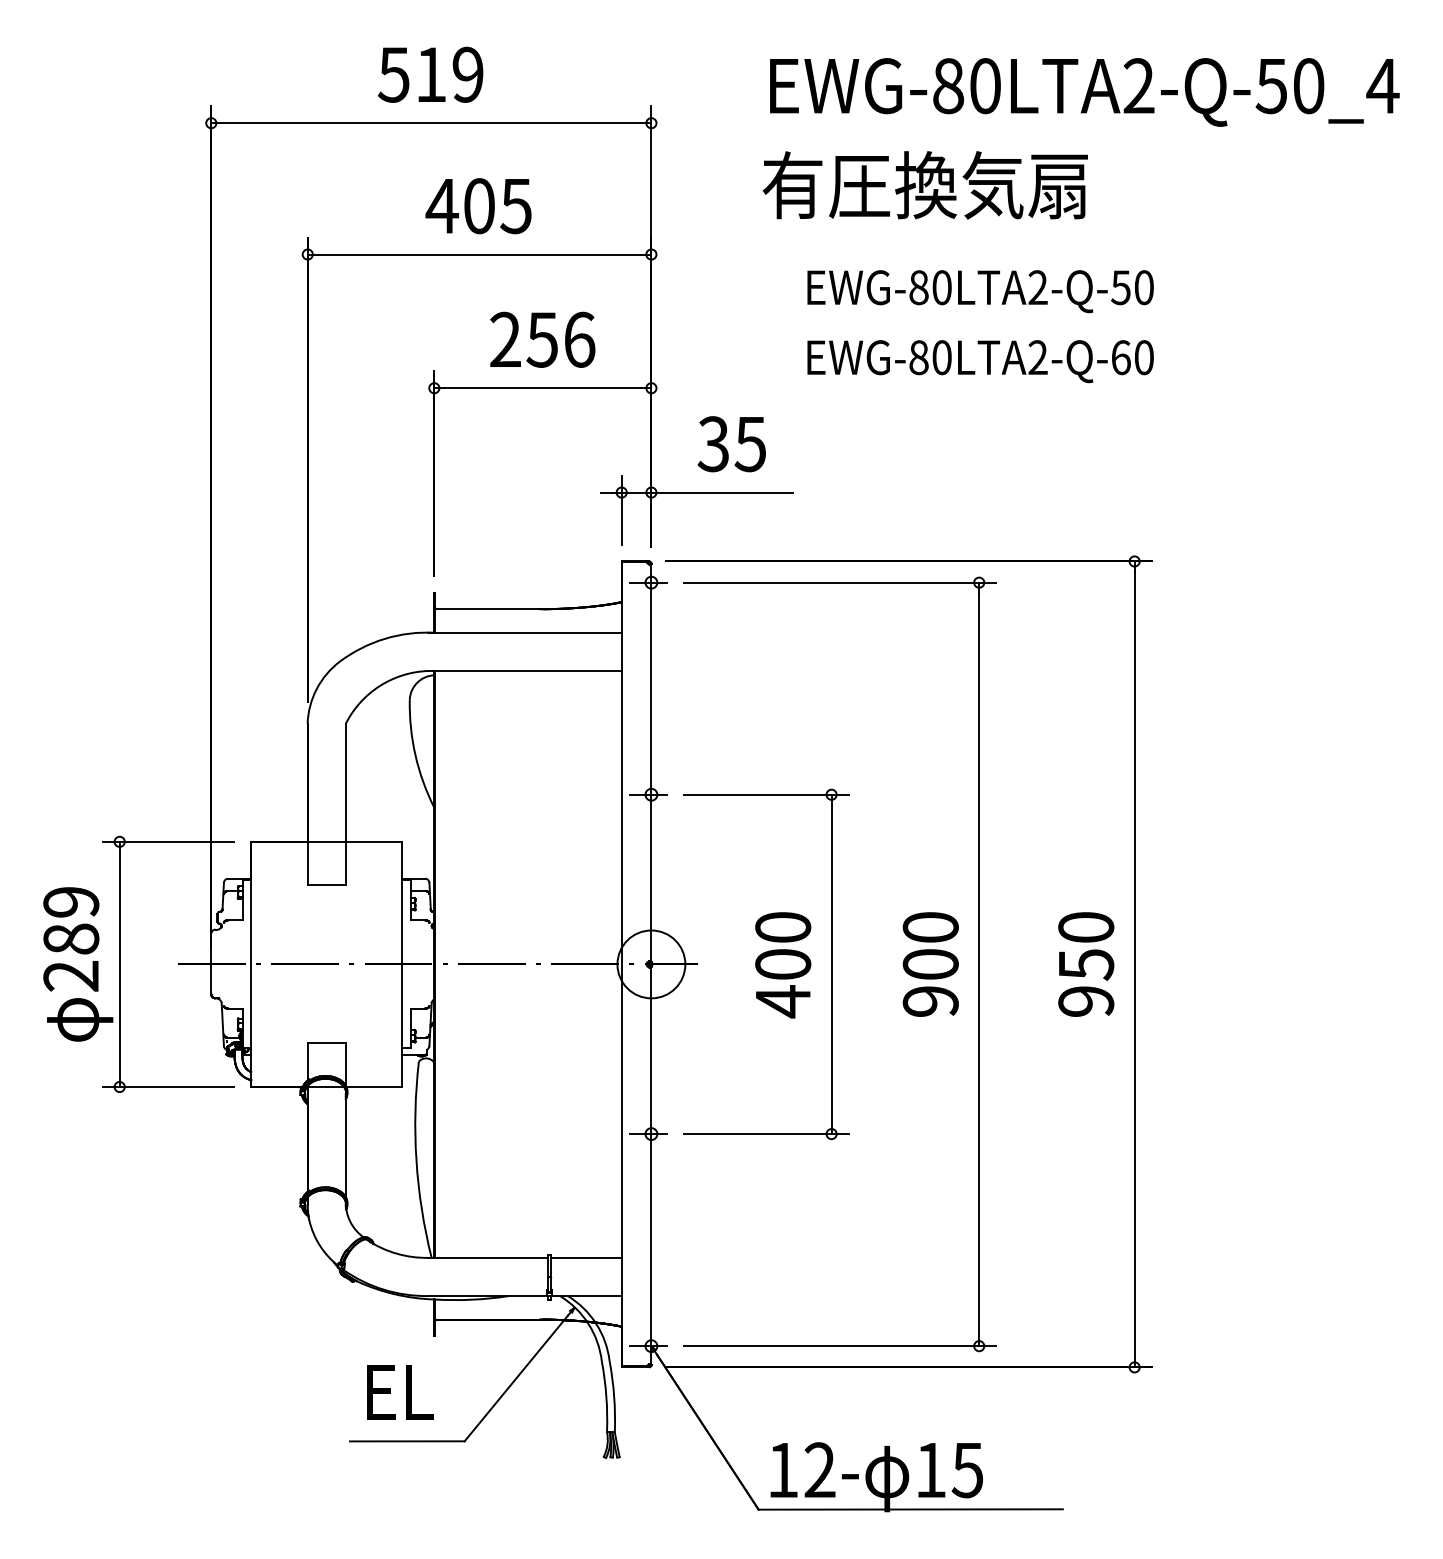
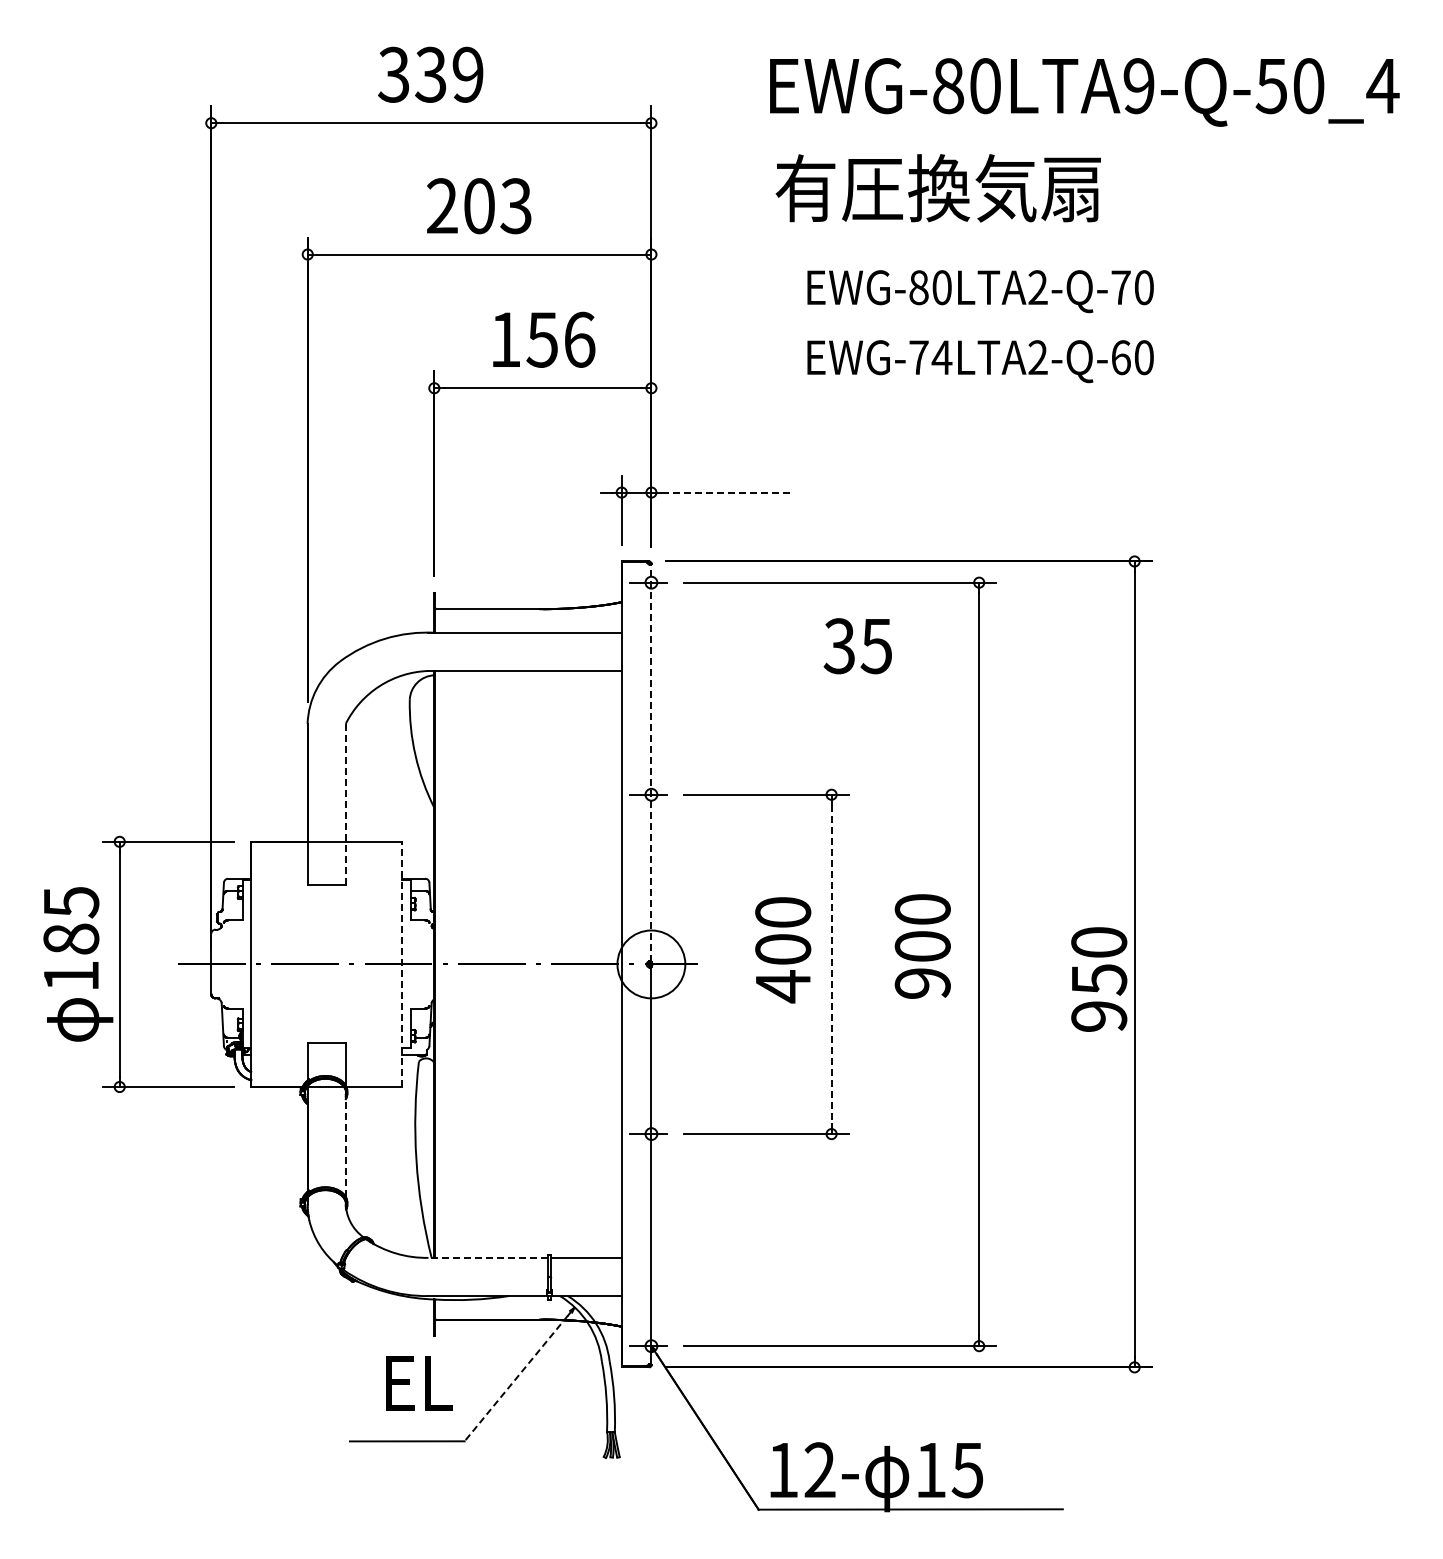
text at (412, 74): 519 -> 339
text at (1138, 86): EWG-80LTA2-Q-50_4 -> EWG-80LTA9-Q-50_4
text at (924, 185) position: (924, 185) -> (937, 188)
text at (478, 205): 405 -> 203
text at (1120, 287): EWG-80LTA2-Q-50 -> EWG-80LTA2-Q-70
text at (505, 338): 256 -> 156
text at (930, 357): EWG-80LTA2-Q-60 -> EWG-74LTA2-Q-60
text at (731, 444) position: (731, 444) -> (857, 646)
line at (727, 492): solid -> dashed
line at (651, 762): solid -> dashed
line at (345, 804): solid -> dashed
text at (71, 939): 289 -> 185
line at (402, 964): solid -> dashed
line at (831, 964): solid -> dashed
text at (930, 964) position: (930, 964) -> (922, 946)
text at (1086, 964) position: (1086, 964) -> (1099, 979)
text at (783, 965) position: (783, 965) -> (783, 950)
line at (345, 1143): solid -> dashed
line at (488, 1257): solid -> dashed
line at (515, 1378): solid -> dashed
text at (400, 1392) position: (400, 1392) -> (419, 1383)
